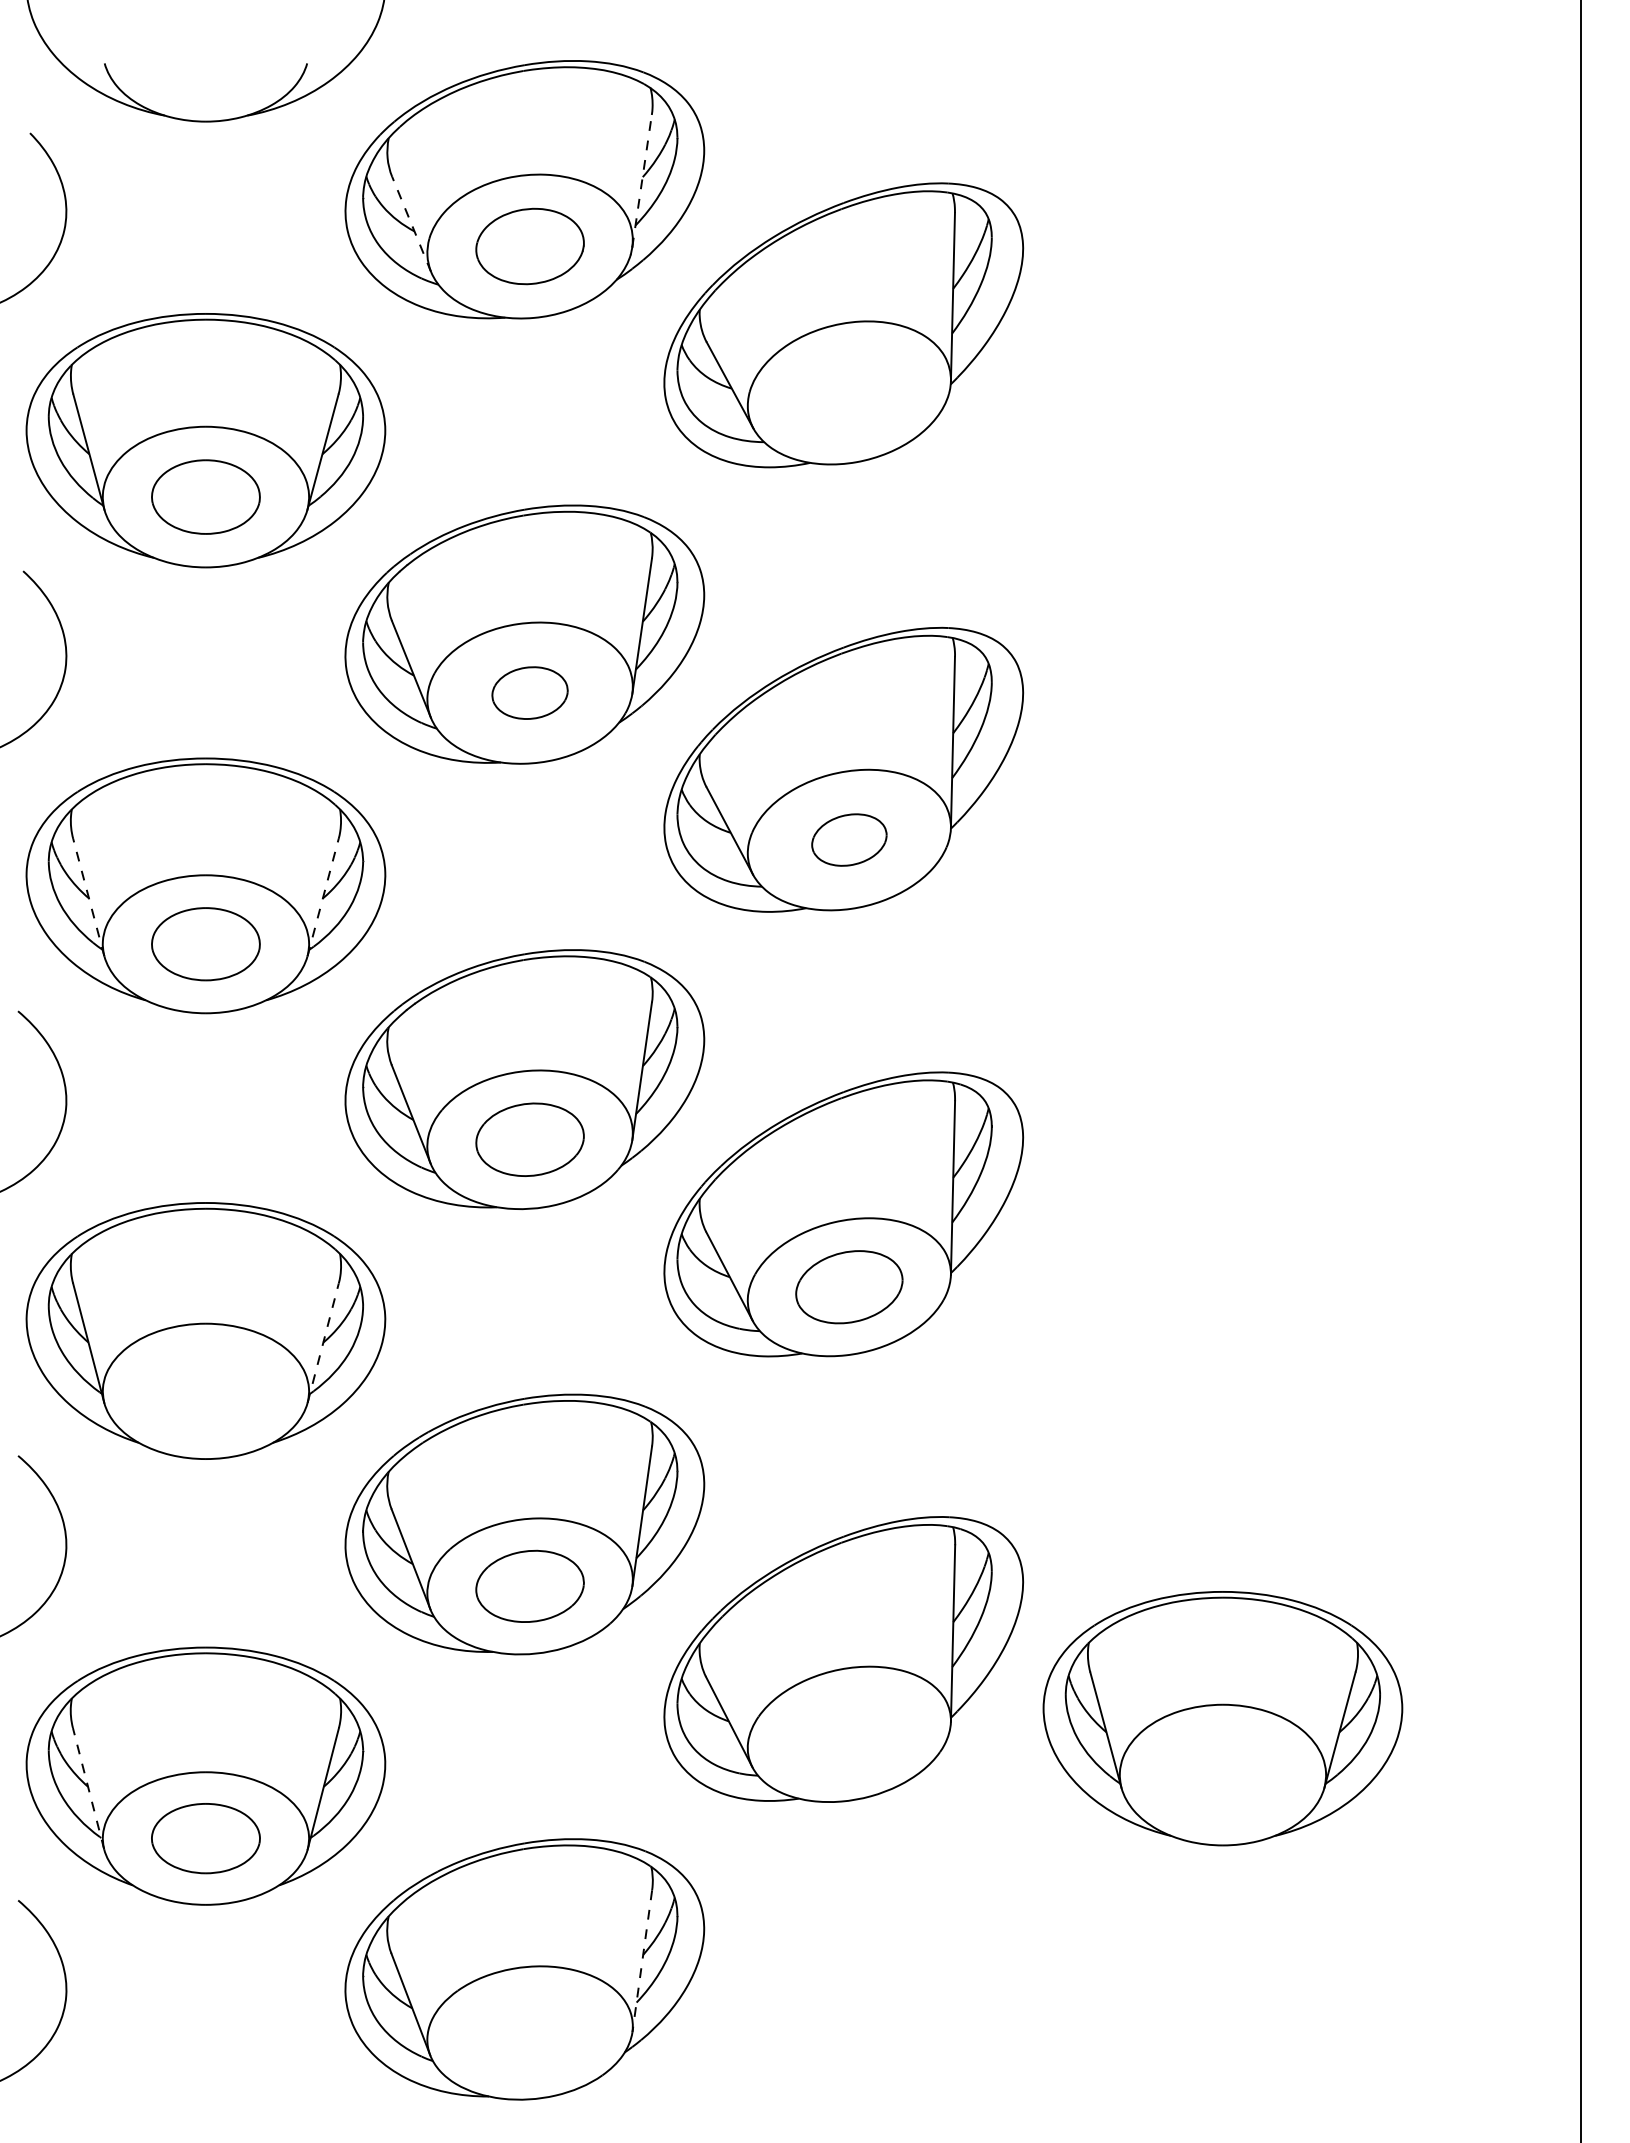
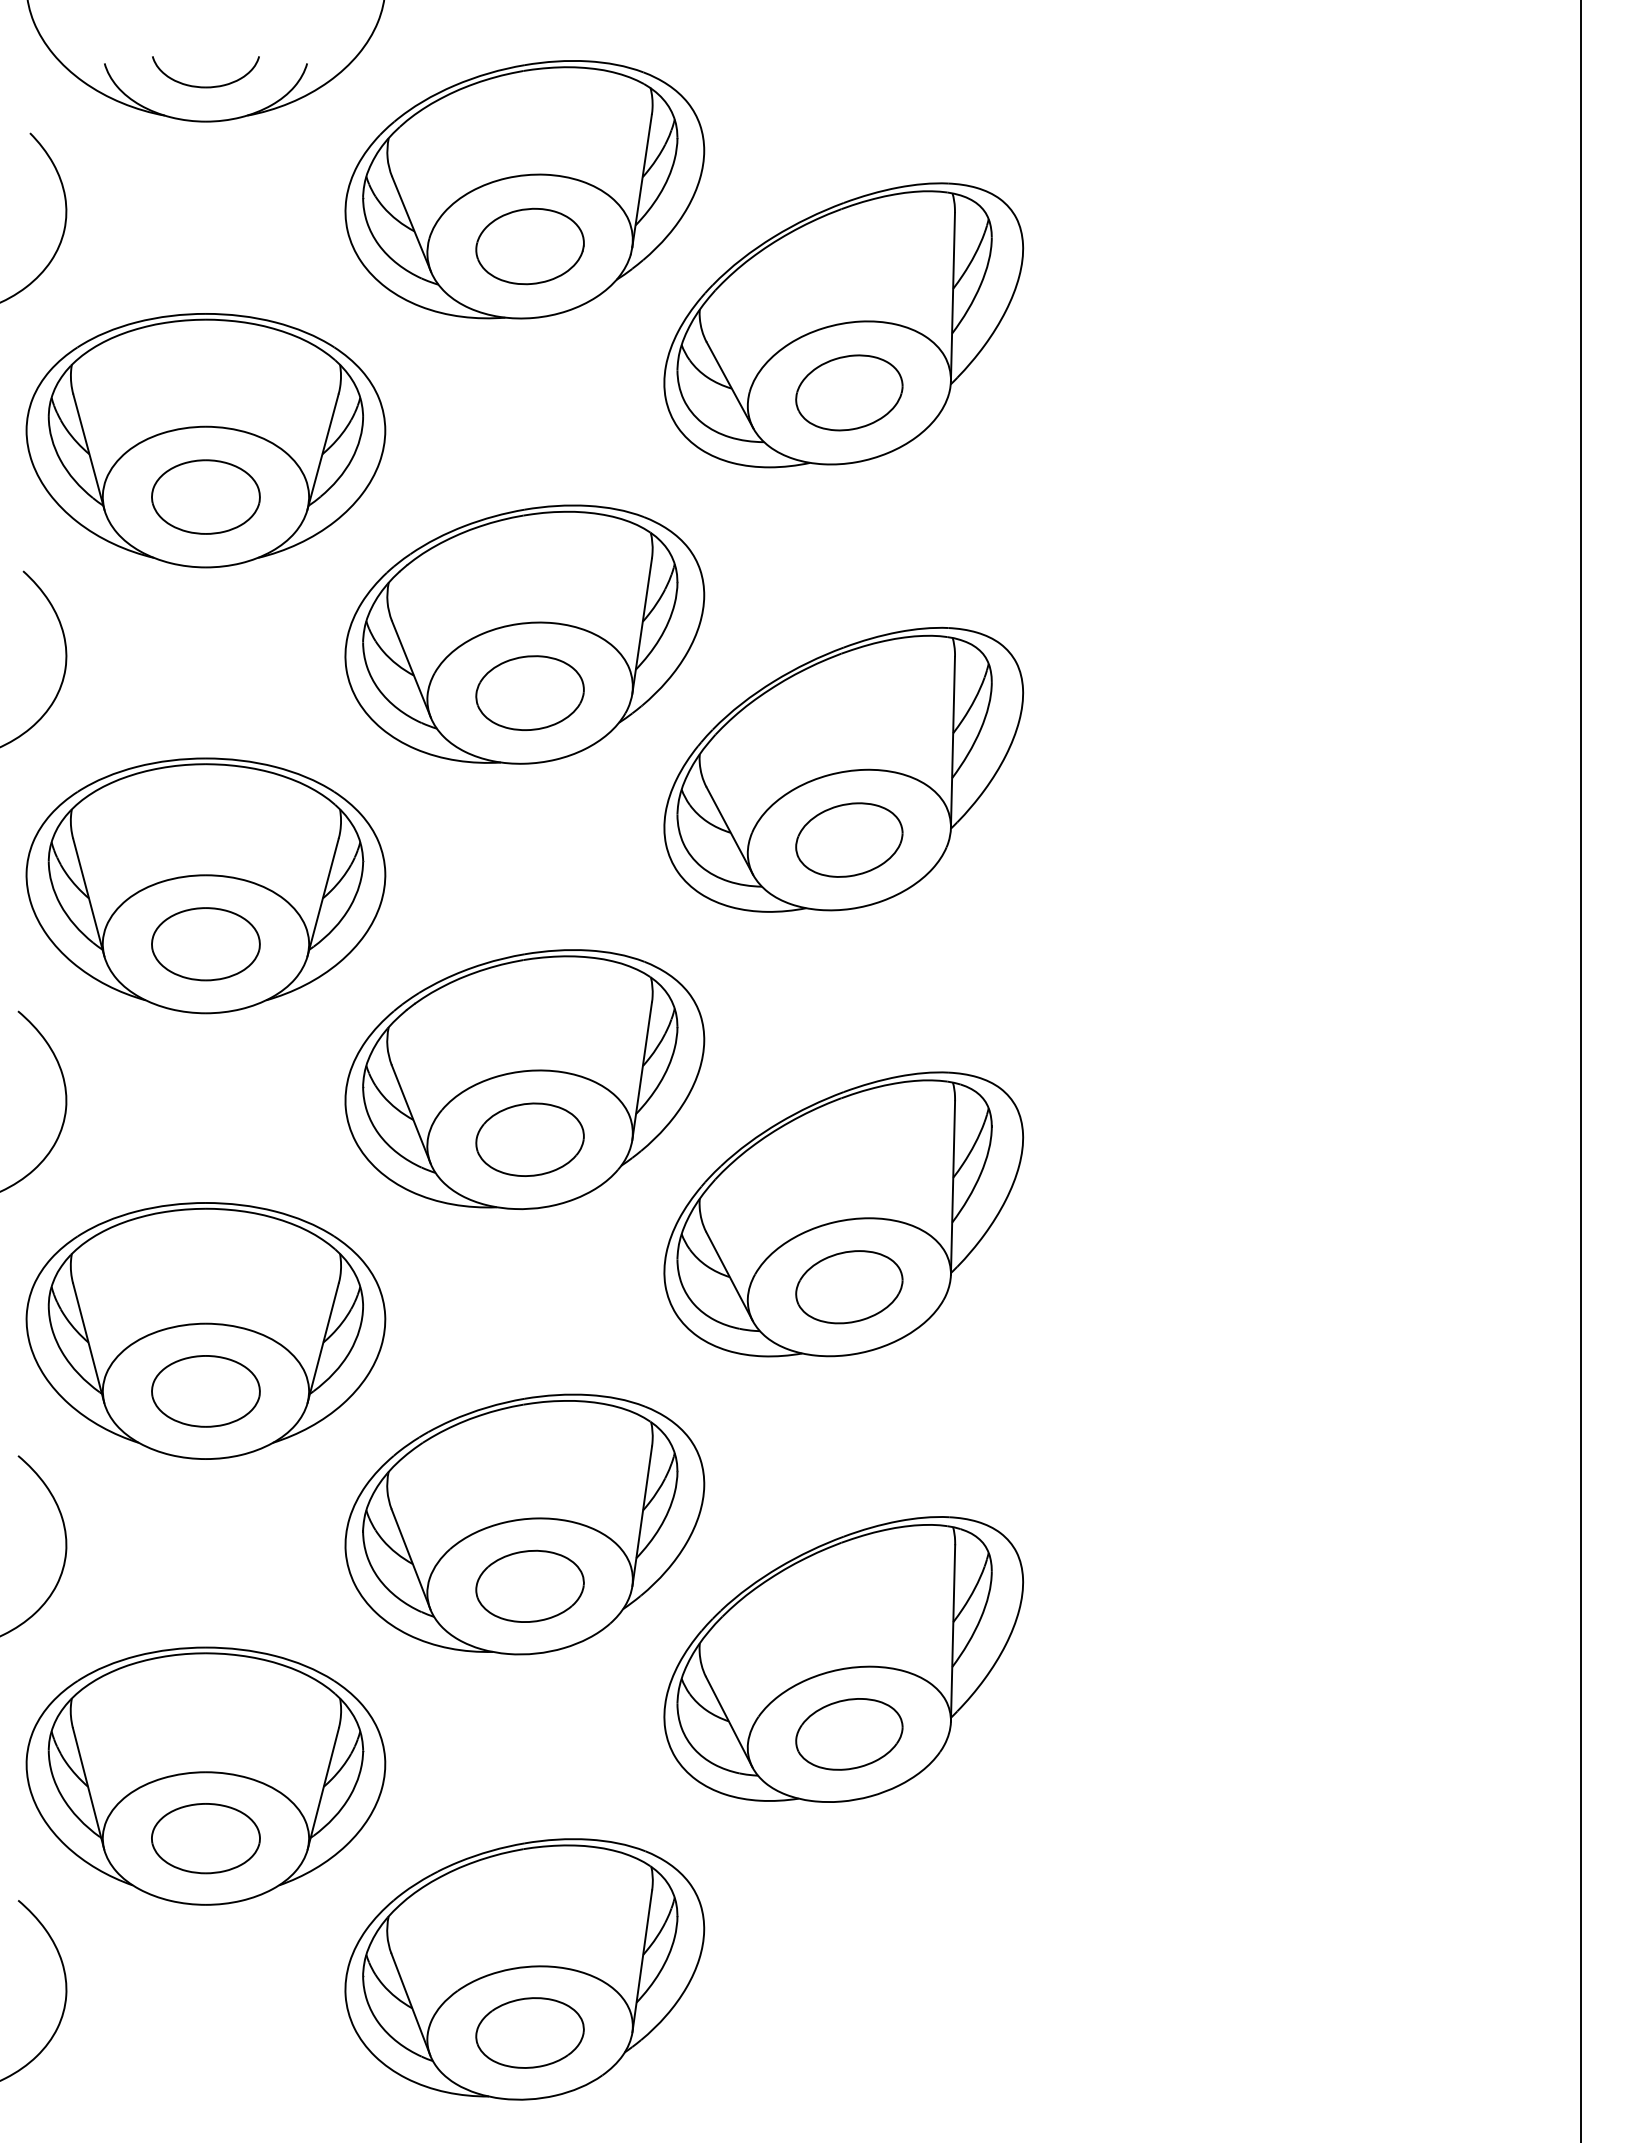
part at (205, 86): none -> present
line at (642, 181): dashed -> solid
line at (411, 223): dashed -> solid
part at (849, 392): none -> present
part at (529, 692) size: 78x54 px -> 110x76 px
part at (849, 839) size: 77x54 px -> 109x76 px
line at (88, 897): dashed -> solid
line at (323, 897): dashed -> solid
line at (323, 1343): dashed -> solid
part at (205, 1391): none -> present
part at (1222, 1718): present -> none
part at (849, 1734): none -> present
line at (88, 1788): dashed -> solid
line at (642, 1961): dashed -> solid
part at (529, 2032): none -> present
